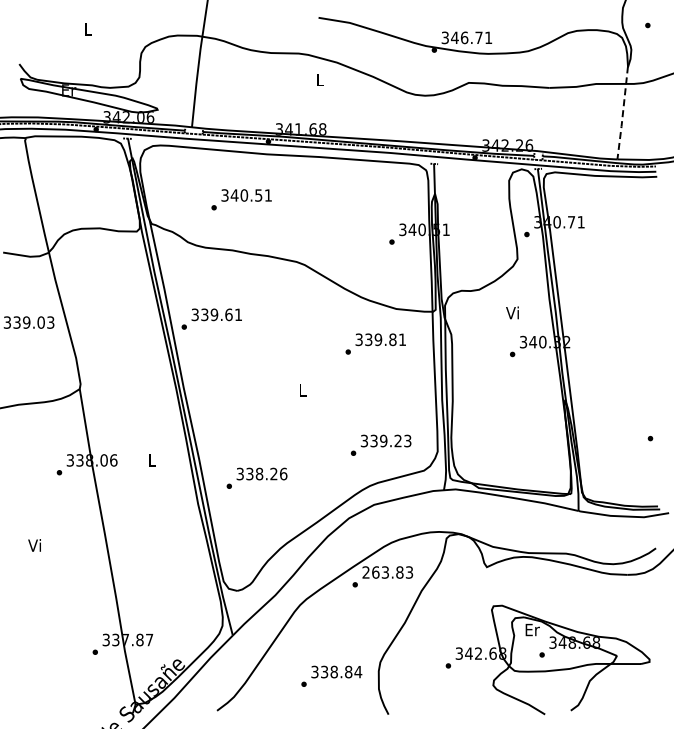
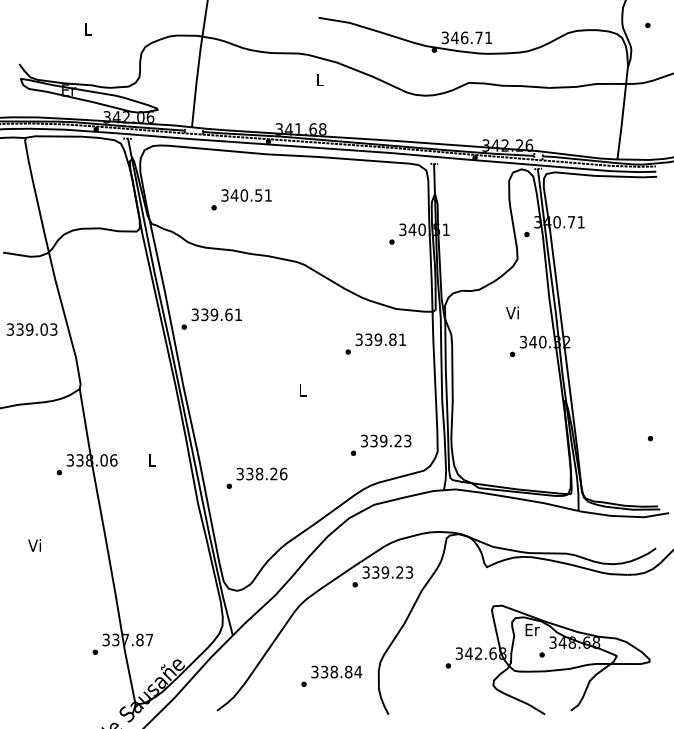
line at (622, 113): dashed -> solid
text at (28, 322) position: (28, 322) -> (31, 329)
text at (382, 572): 263.83 -> 339.23
